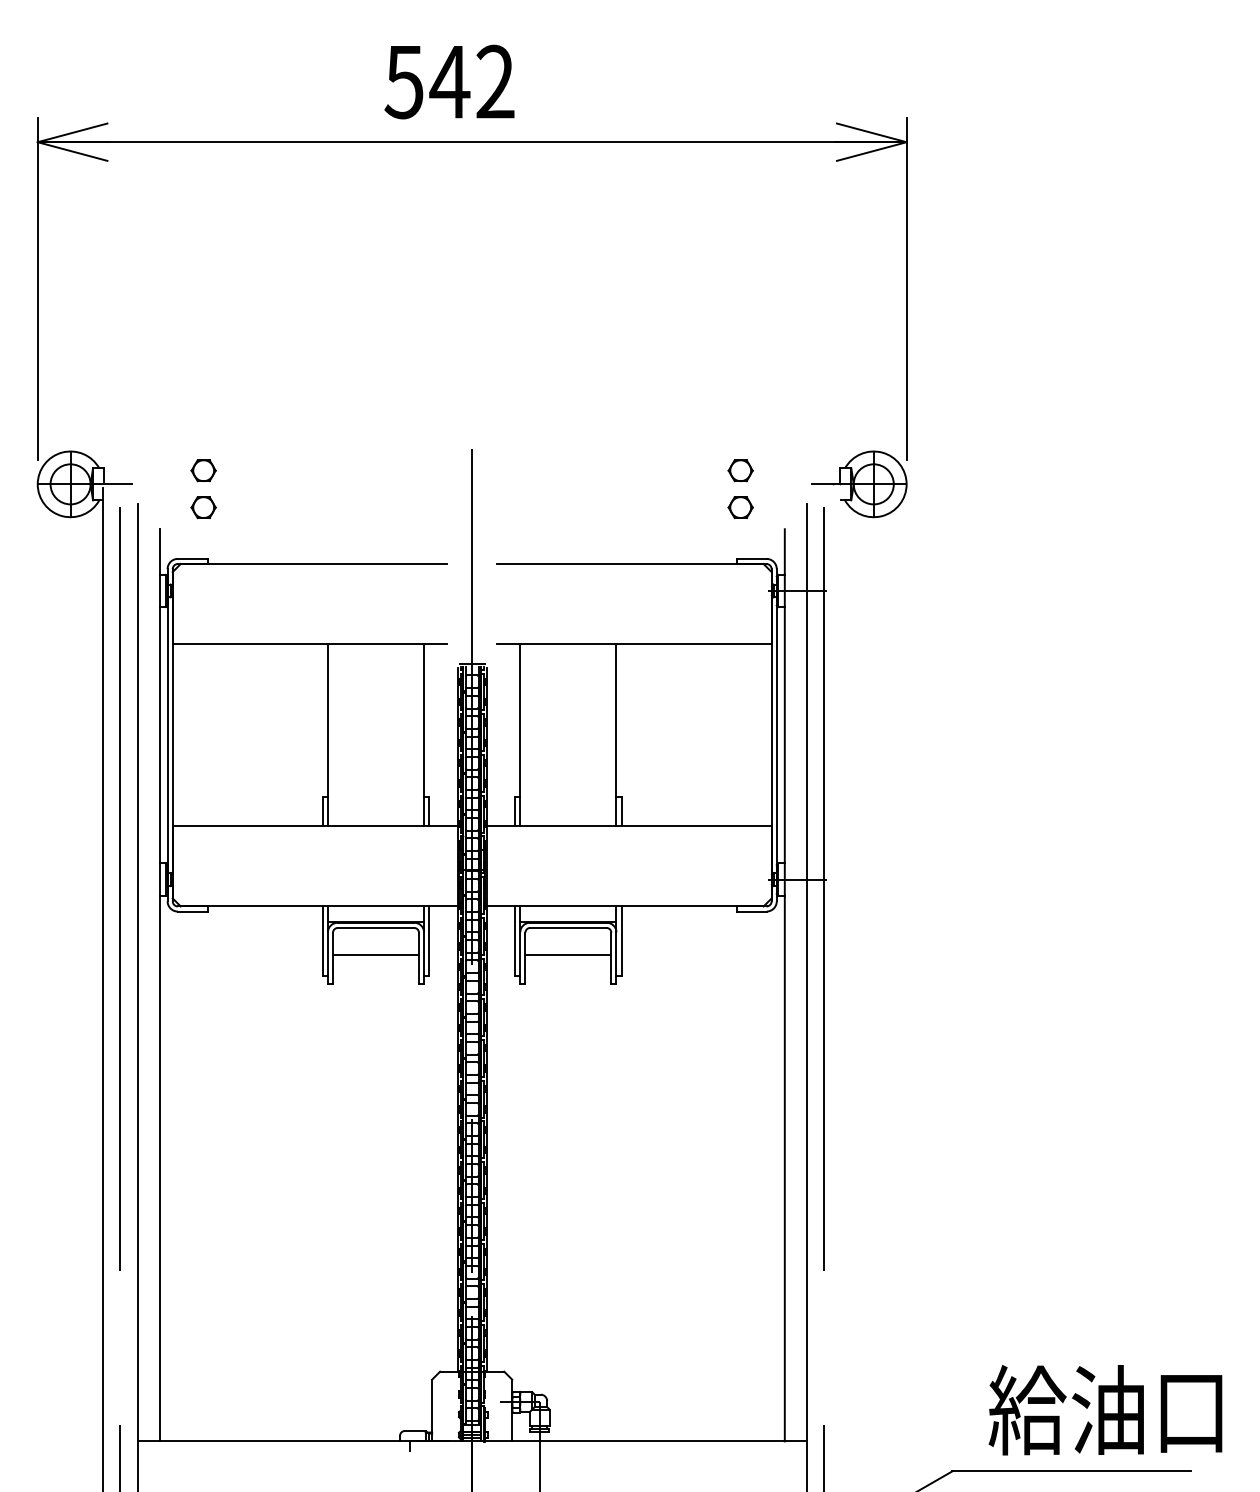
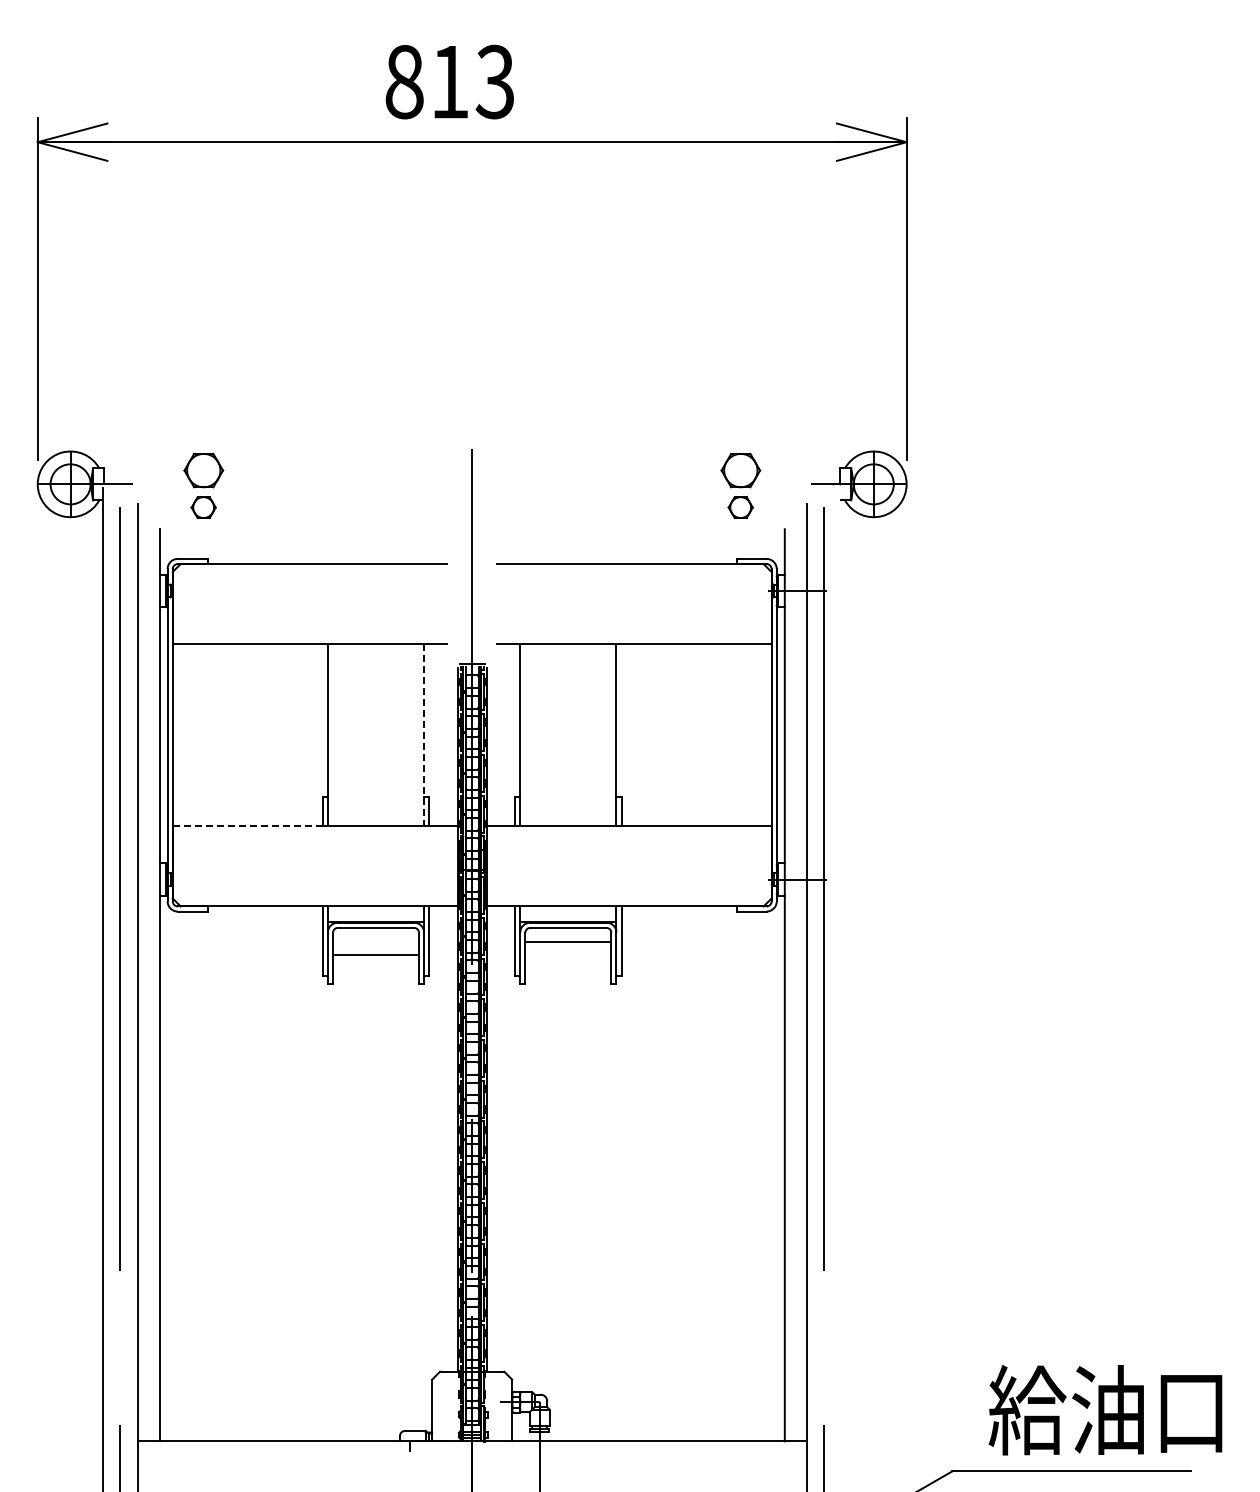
text at (449, 82): 542 -> 813
part at (203, 470) size: 27x24 px -> 42x37 px
part at (740, 470) size: 27x24 px -> 42x37 px
line at (424, 735): solid -> dashed
line at (247, 826): solid -> dashed
line at (568, 954) position: (568, 954) -> (568, 941)
